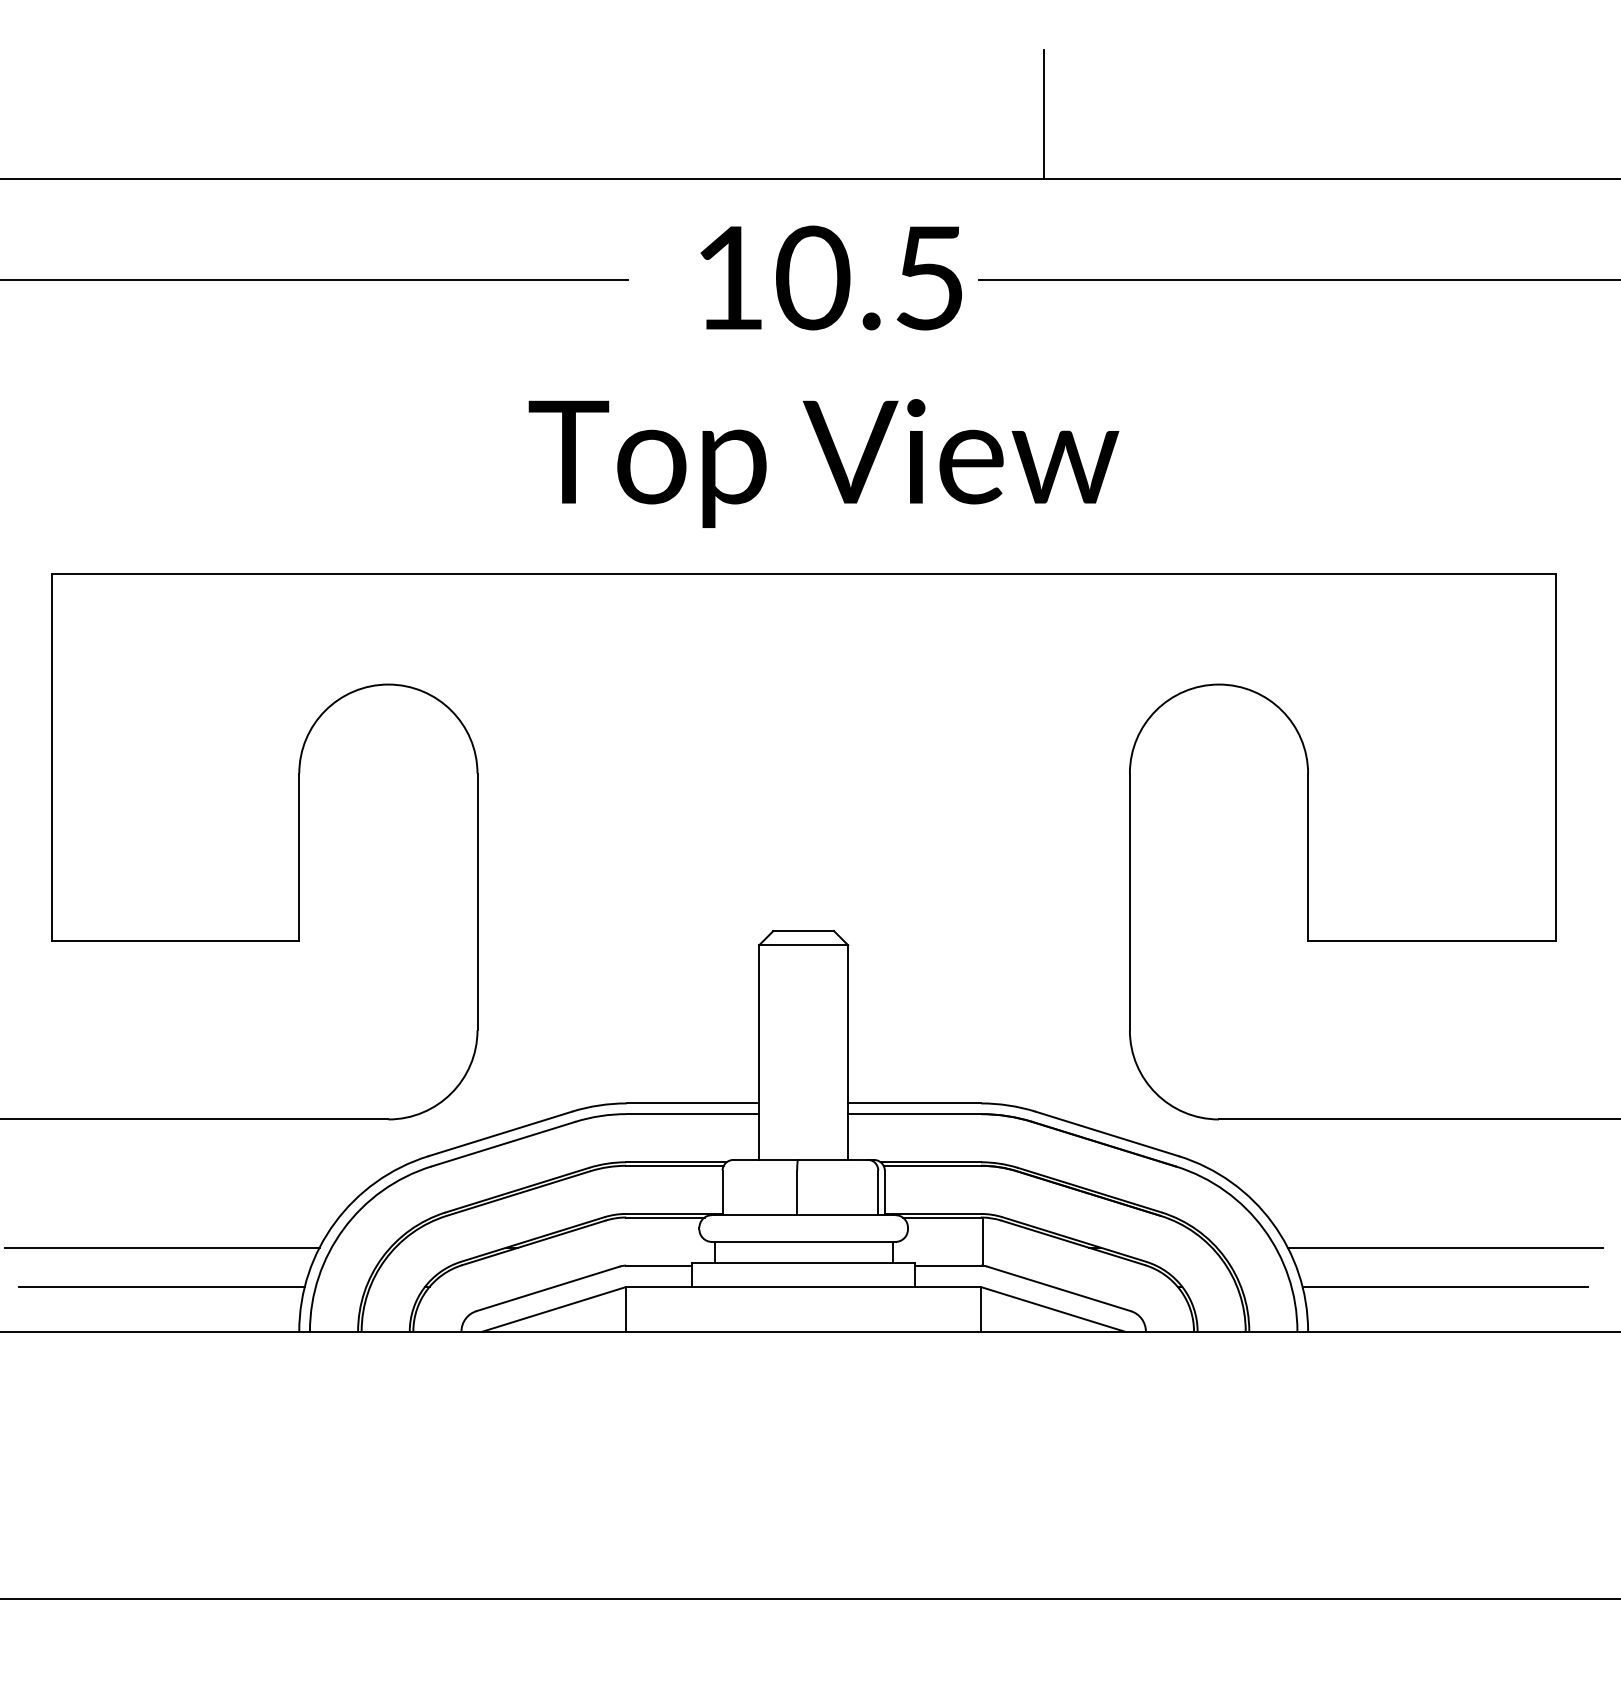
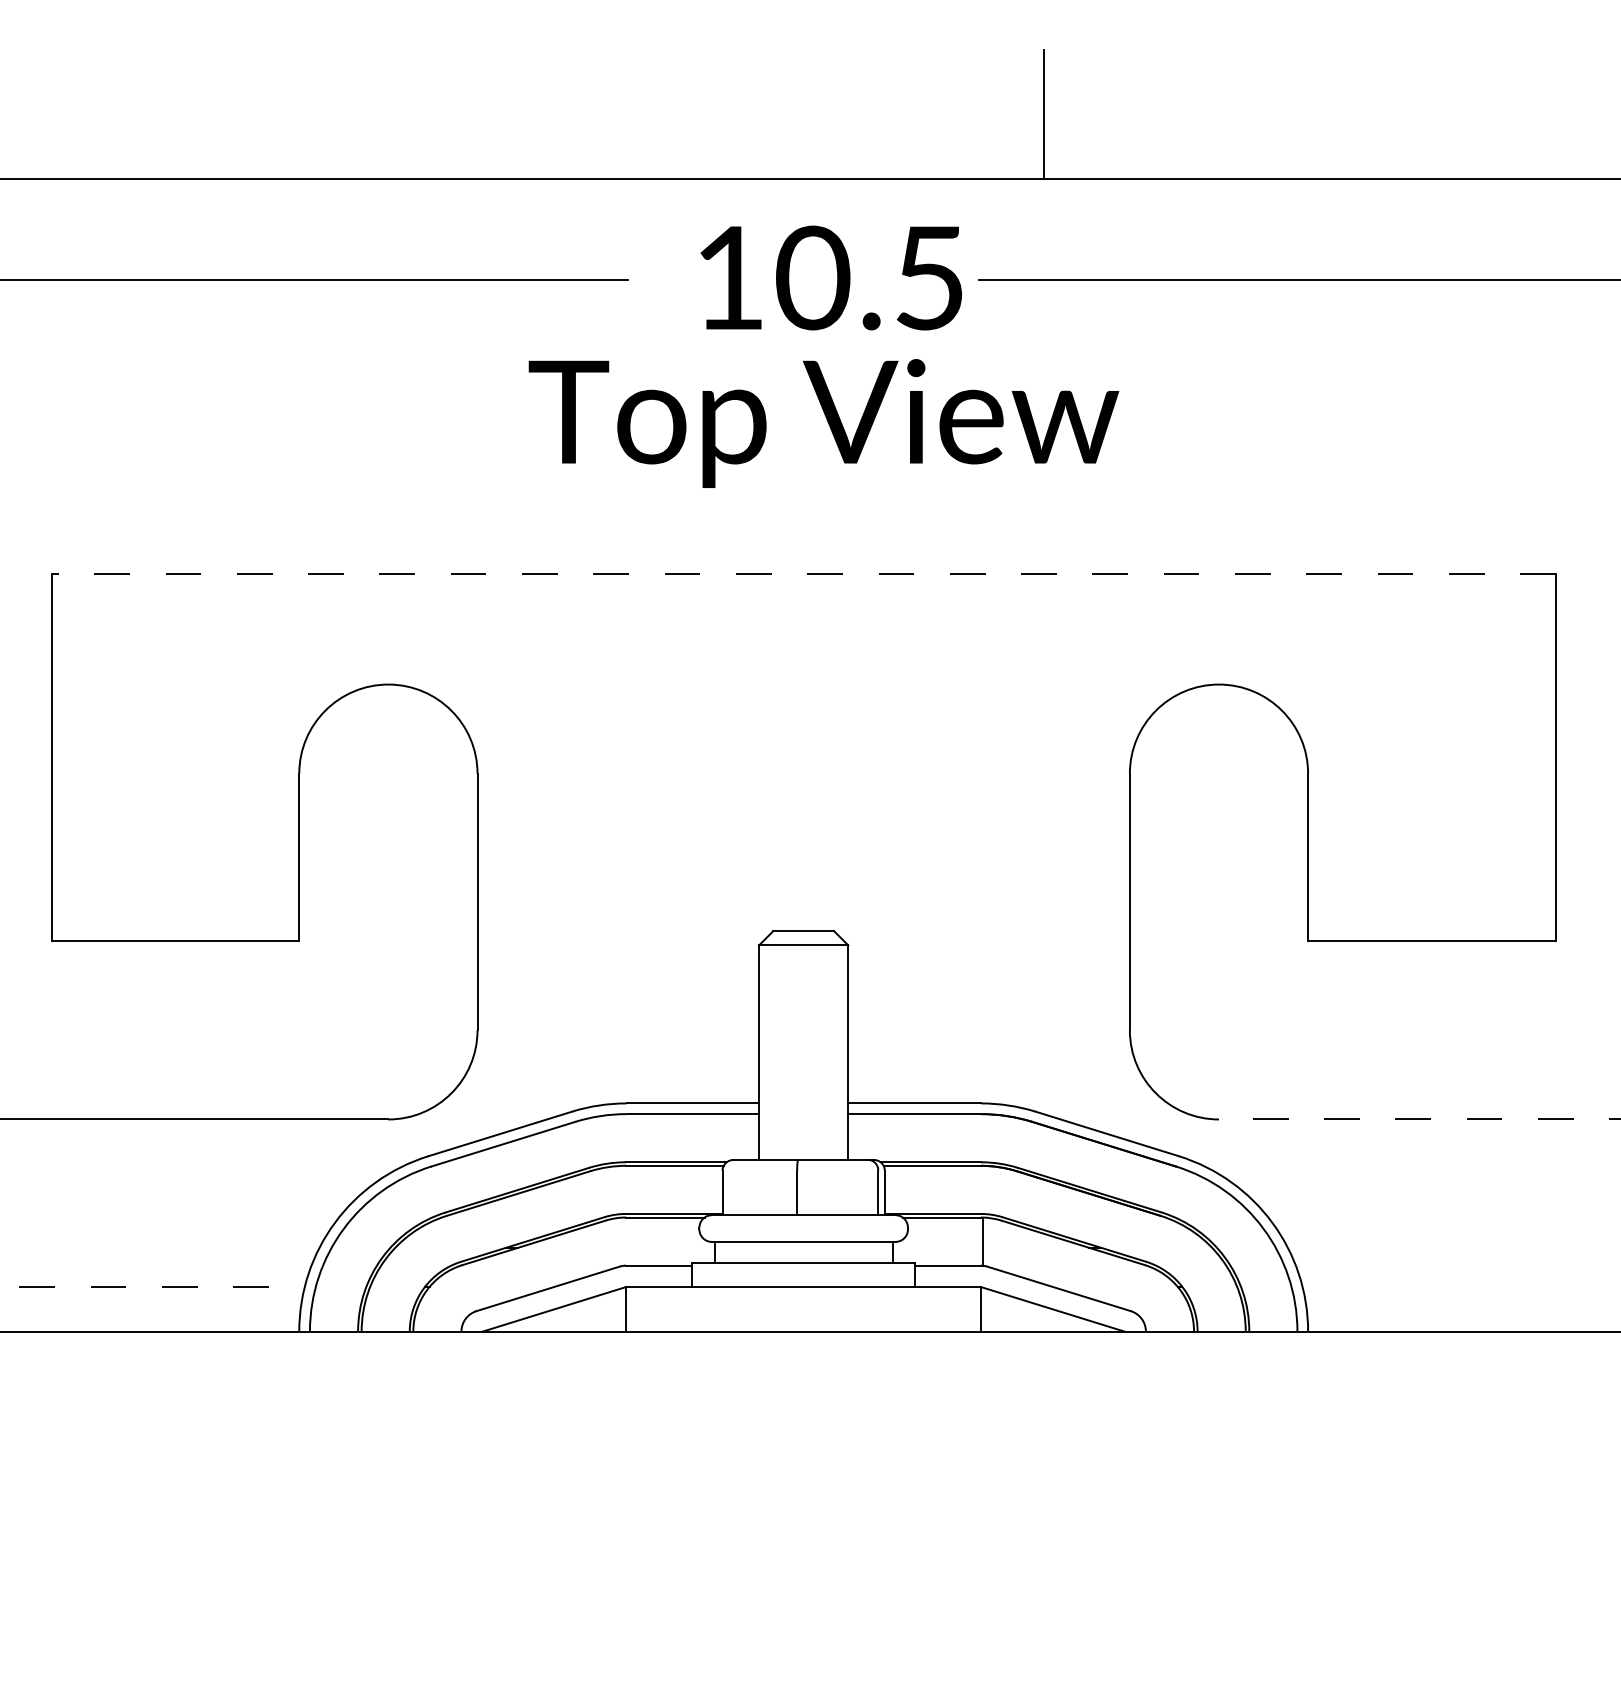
text at (823, 463) position: (823, 463) -> (823, 423)
line at (803, 574): solid -> dashed
line at (1420, 1119): solid -> dashed
line at (161, 1247): present -> none
line at (1444, 1247): present -> none
line at (162, 1287): solid -> dashed
line at (1445, 1287): present -> none
line at (809, 1598): present -> none
